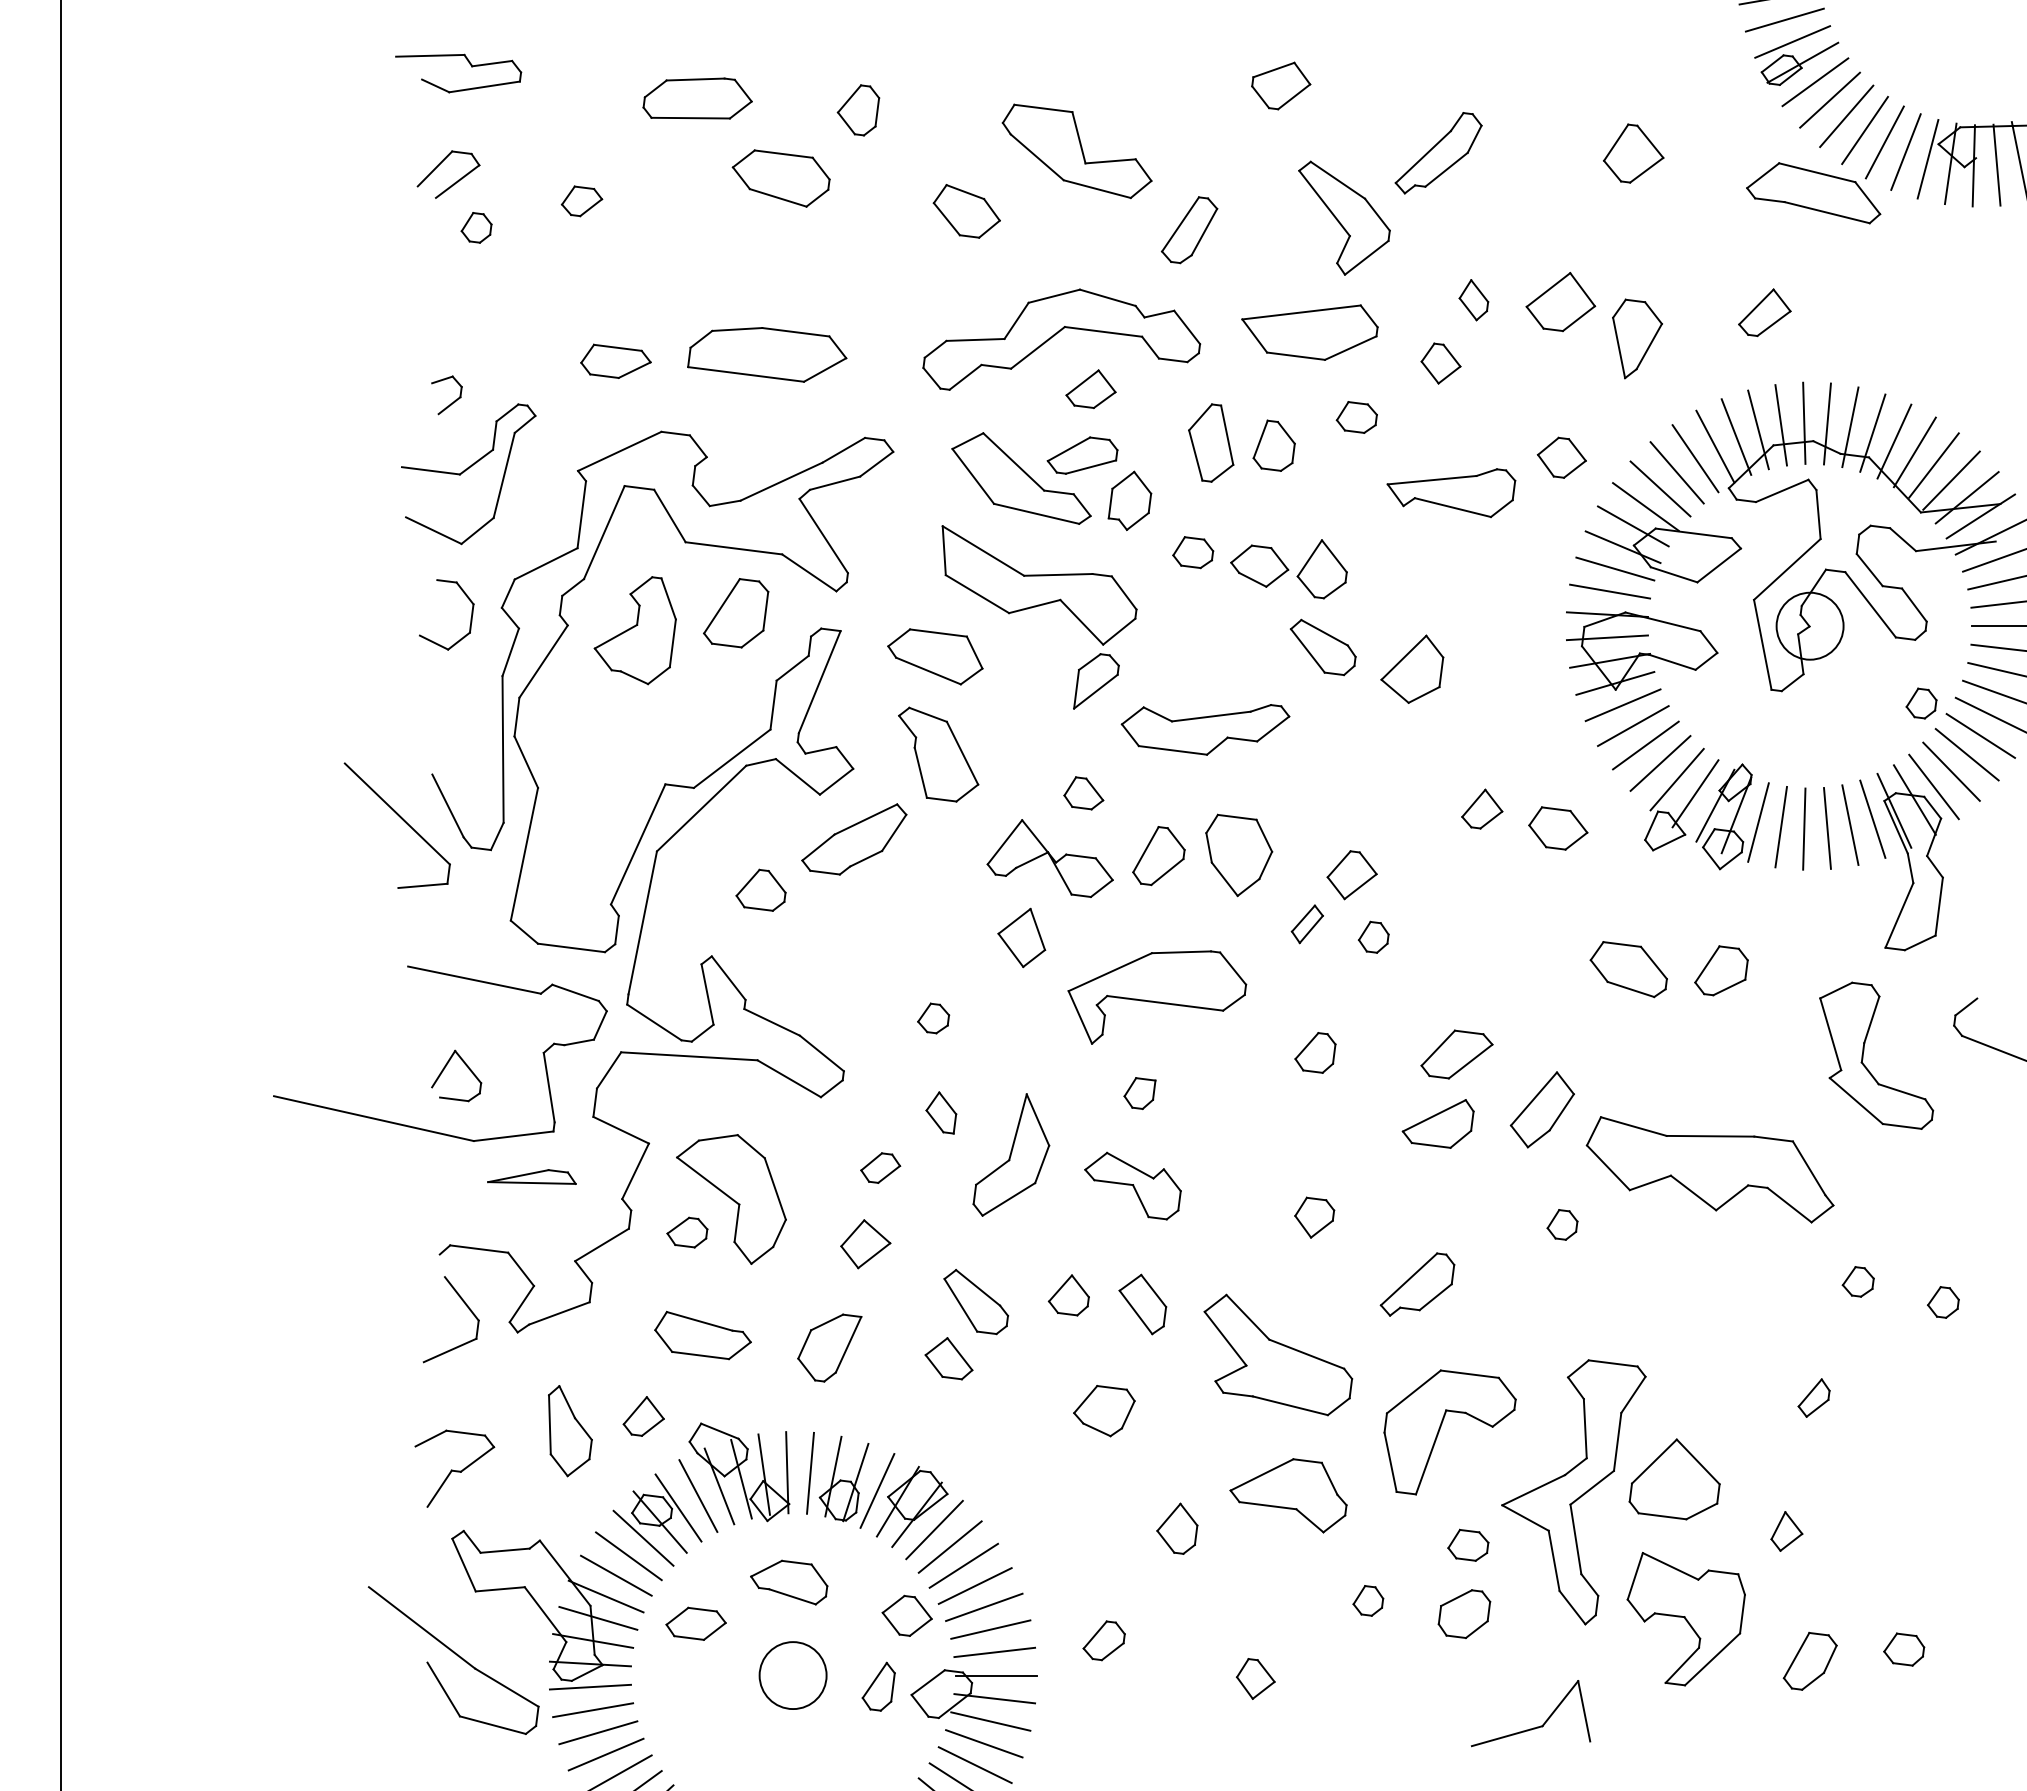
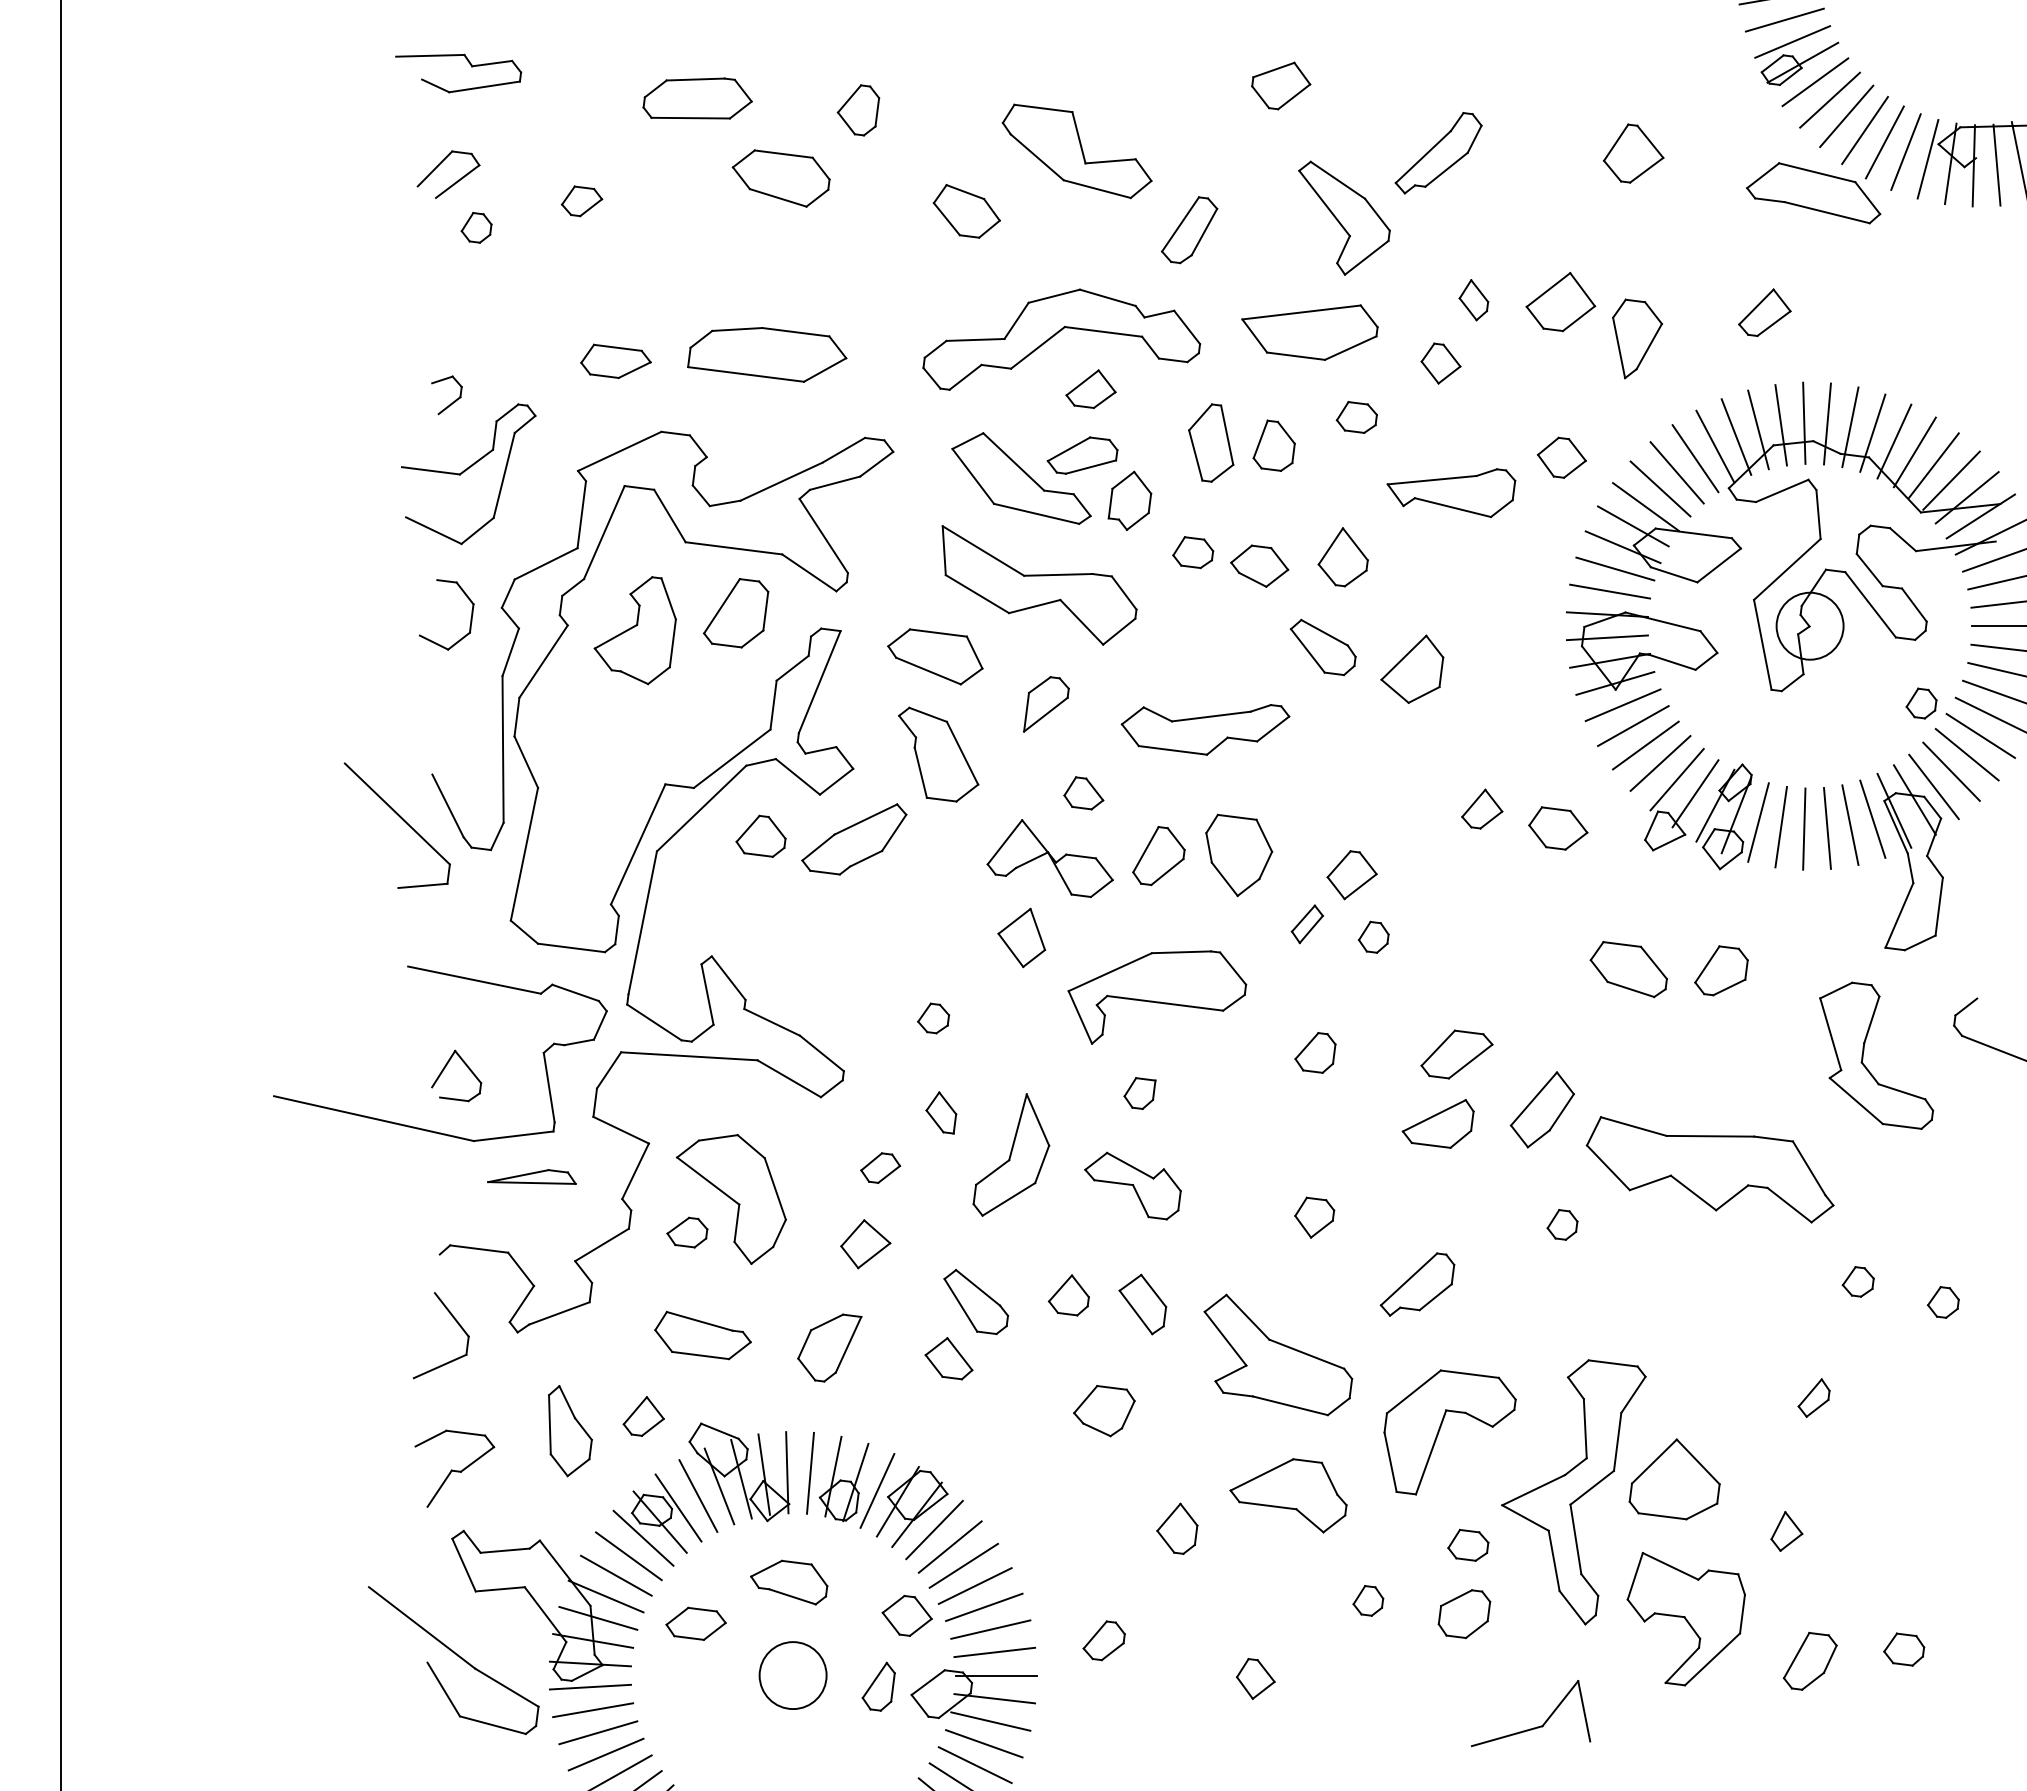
part at (1321, 569) position: (1321, 569) -> (1342, 557)
part at (1096, 681) position: (1096, 681) -> (1046, 704)
part at (760, 889) position: (760, 889) -> (760, 835)
part at (465, 1305) position: (465, 1305) -> (455, 1321)
